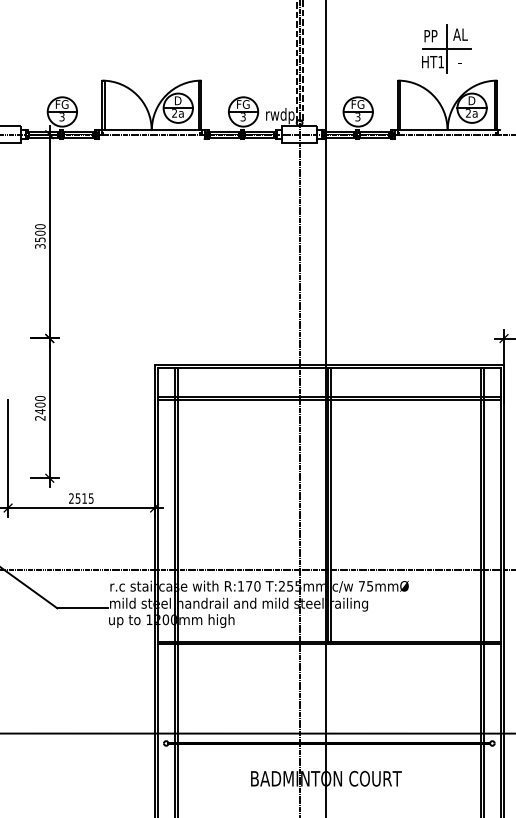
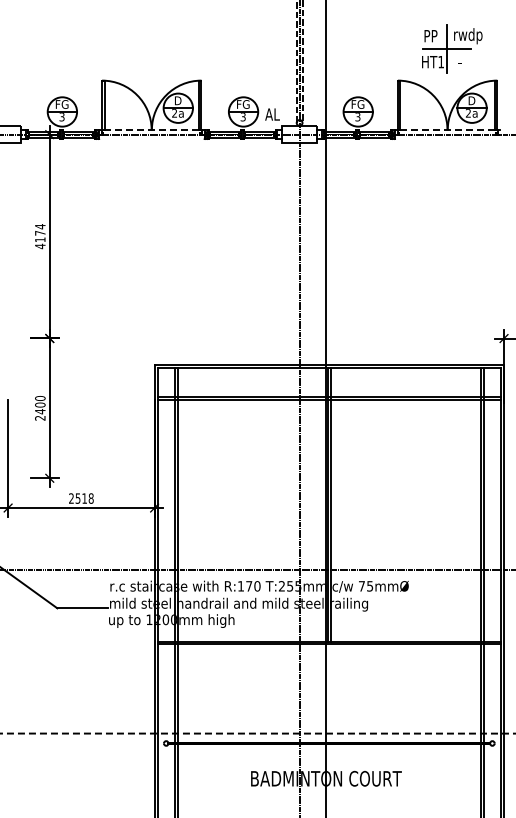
text at (467, 36): AL -> rwdp
text at (279, 116): rwdp -> AL
line at (151, 130): solid -> dashed
line at (447, 130): solid -> dashed
text at (40, 236): 3500 -> 4174
text at (90, 498): 2515 -> 2518
line at (258, 733): solid -> dashed
